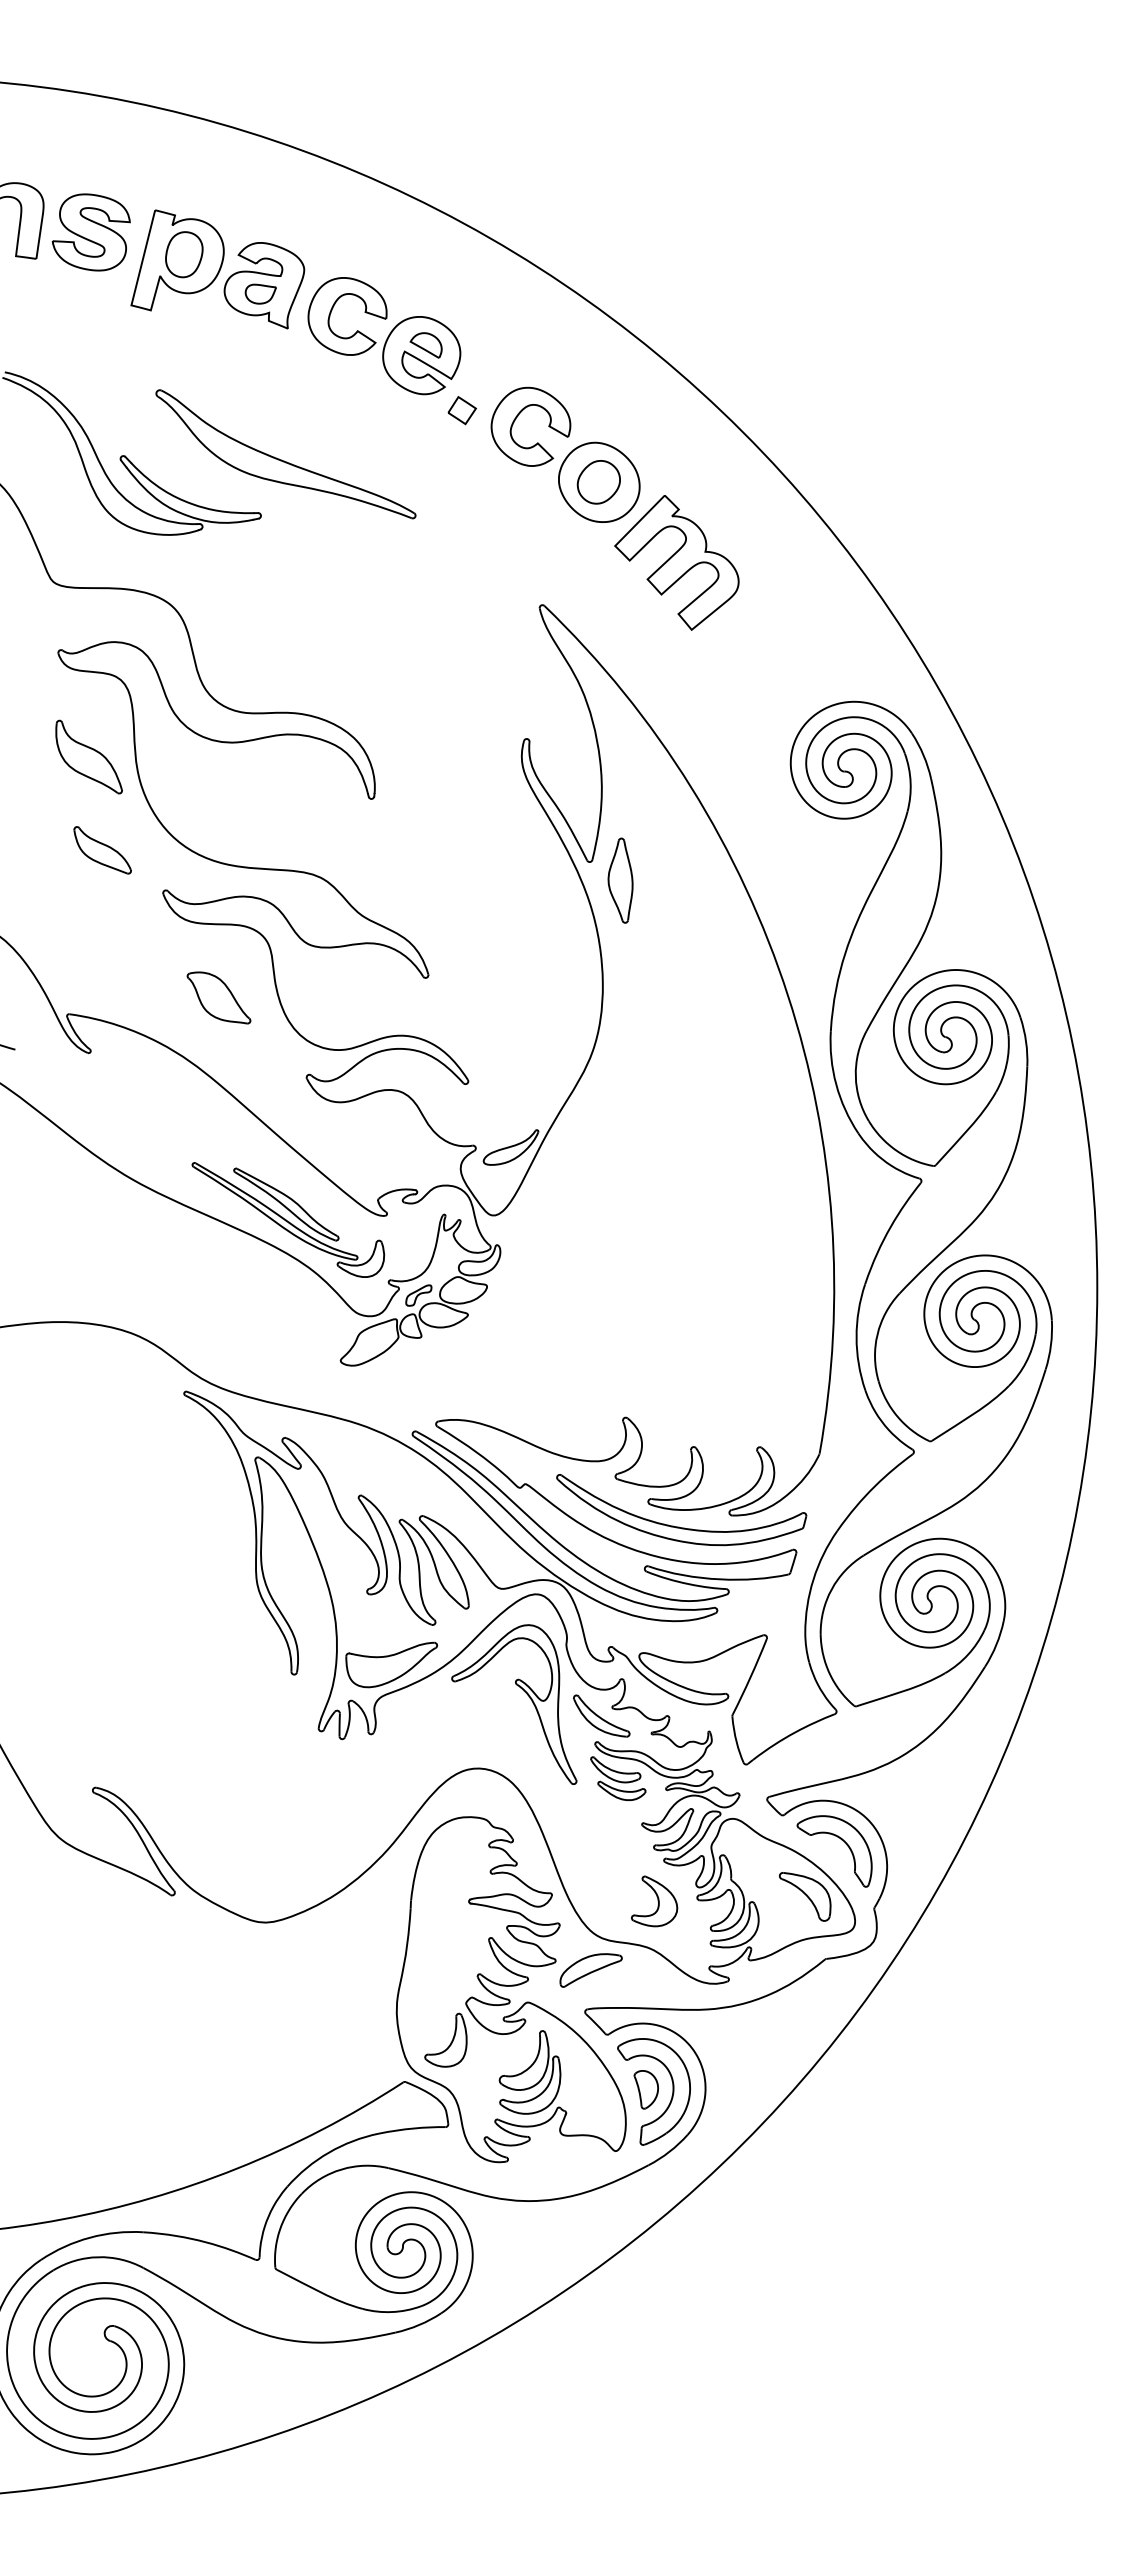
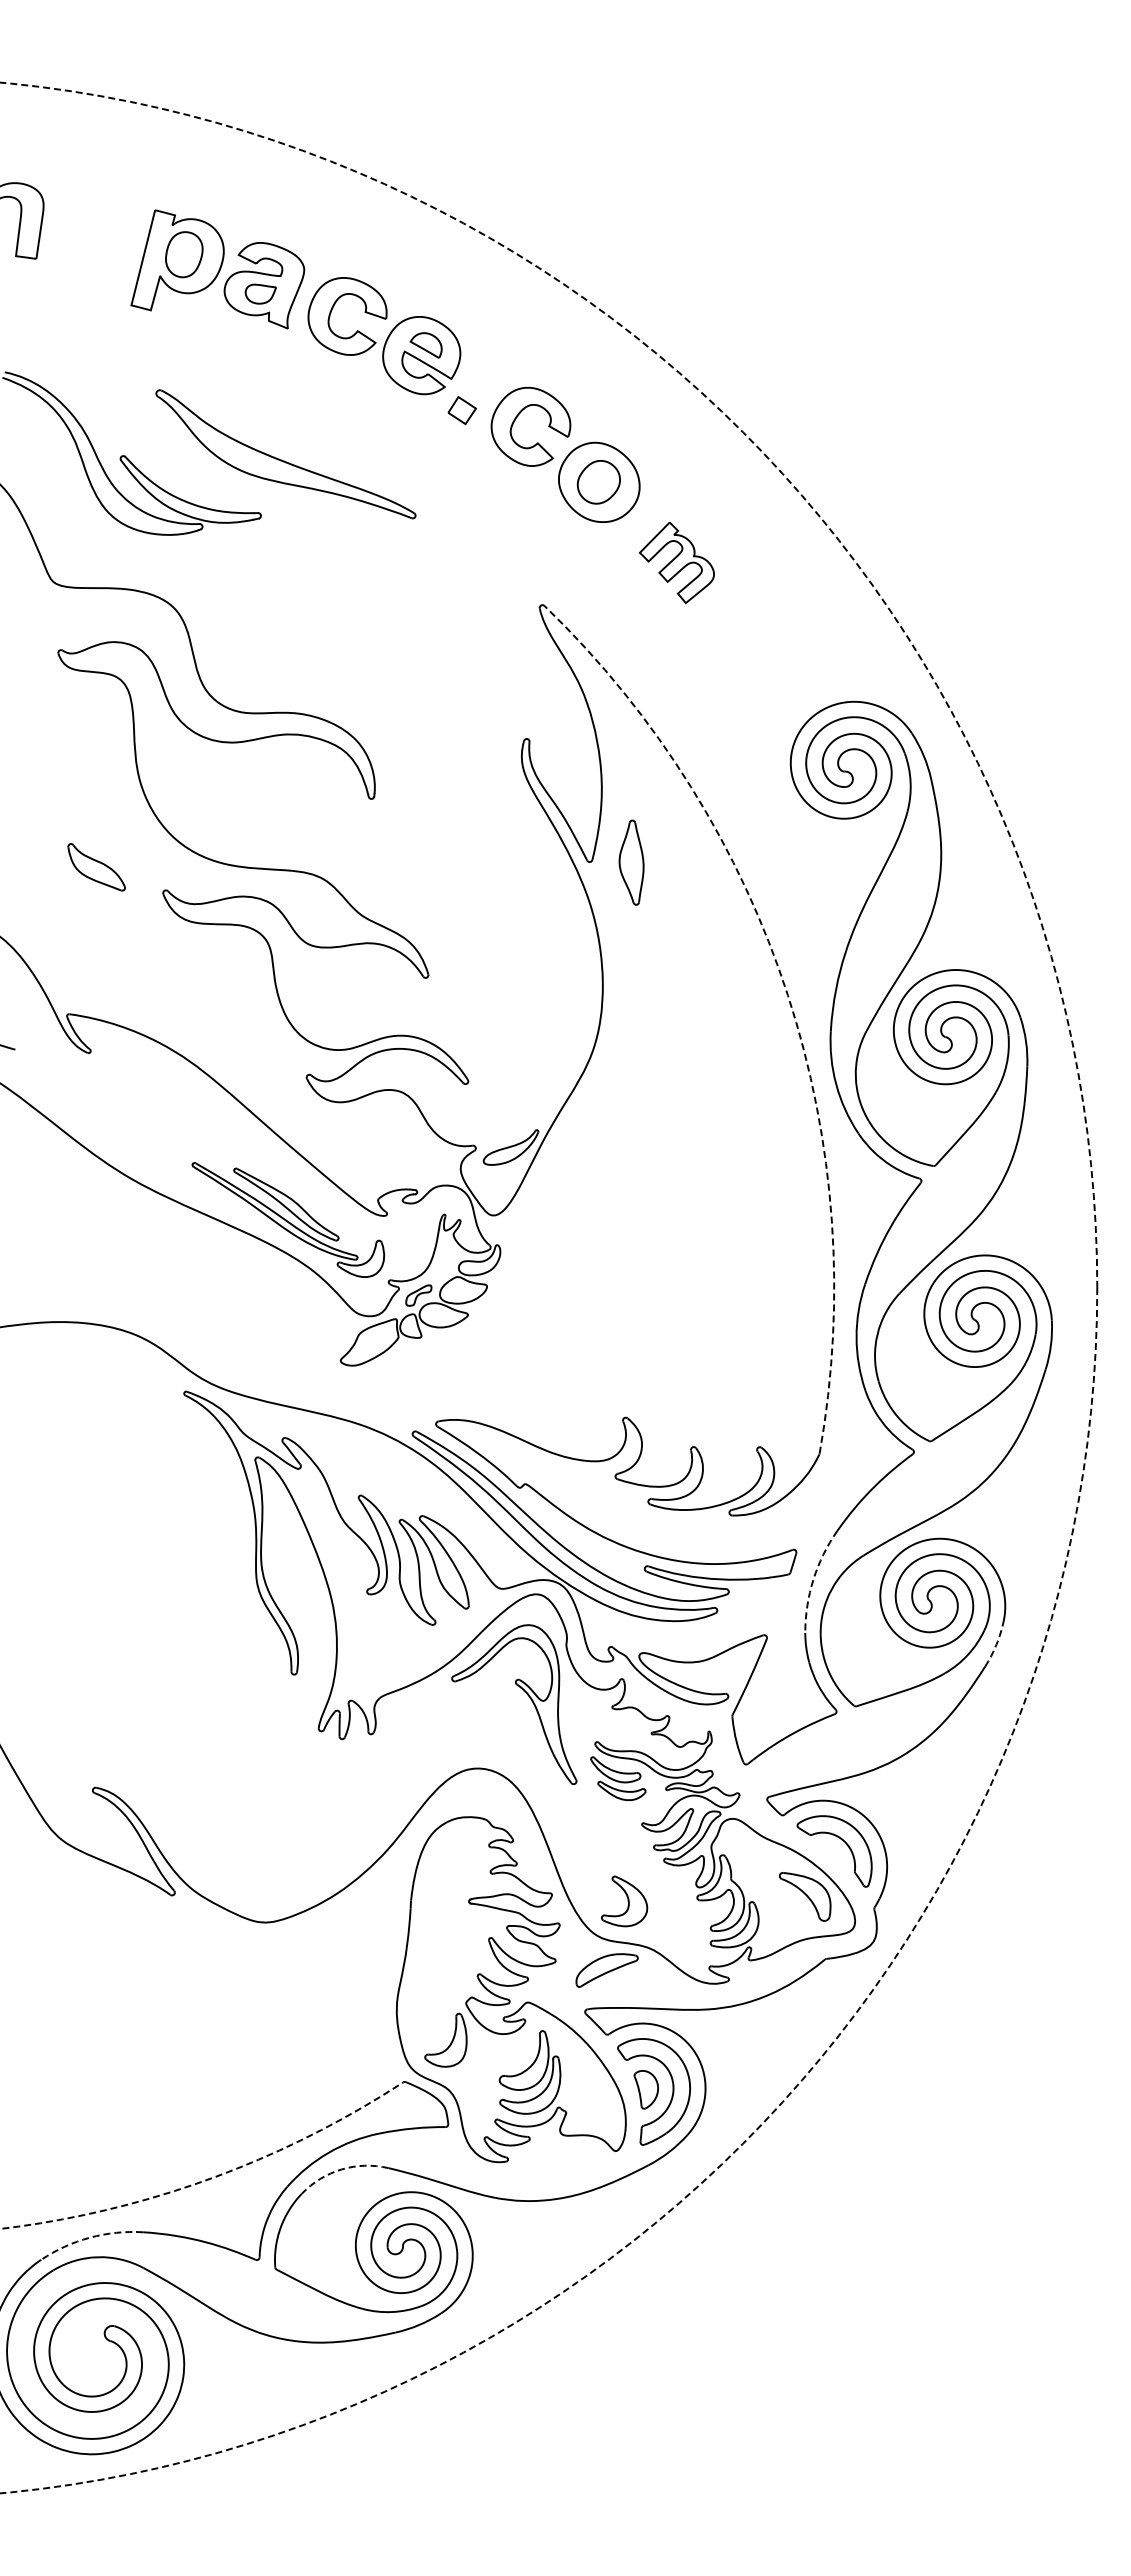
part at (90, 232): present -> none
part at (676, 562) size: 126x136 px -> 77x83 px
part at (88, 756): present -> none
part at (102, 850) position: (102, 850) -> (96, 867)
part at (620, 880) position: (620, 880) -> (631, 862)
arc at (787, 995): solid -> dashed
part at (218, 997): present -> none
circle at (548, 1287): solid -> dashed
part at (679, 1526): present -> none
arc at (813, 1579): solid -> dashed
arc at (996, 1644): solid -> dashed
part at (391, 1664): present -> none
part at (601, 1715): present -> none
part at (654, 1901) position: (654, 1901) -> (624, 1901)
part at (590, 1970) position: (590, 1970) -> (606, 1970)
arc at (341, 2169): solid -> dashed
arc at (210, 2178): solid -> dashed
arc at (90, 2237): solid -> dashed
